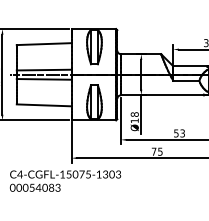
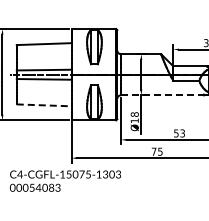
line at (162, 95): solid -> dashed
line at (44, 105): solid -> dashed
